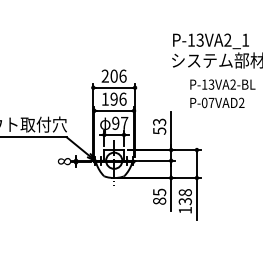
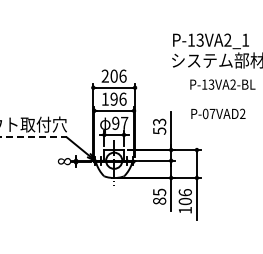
text at (217, 102) position: (217, 102) -> (218, 113)
line at (33, 137): solid -> dashed
text at (184, 197): 138 -> 106
